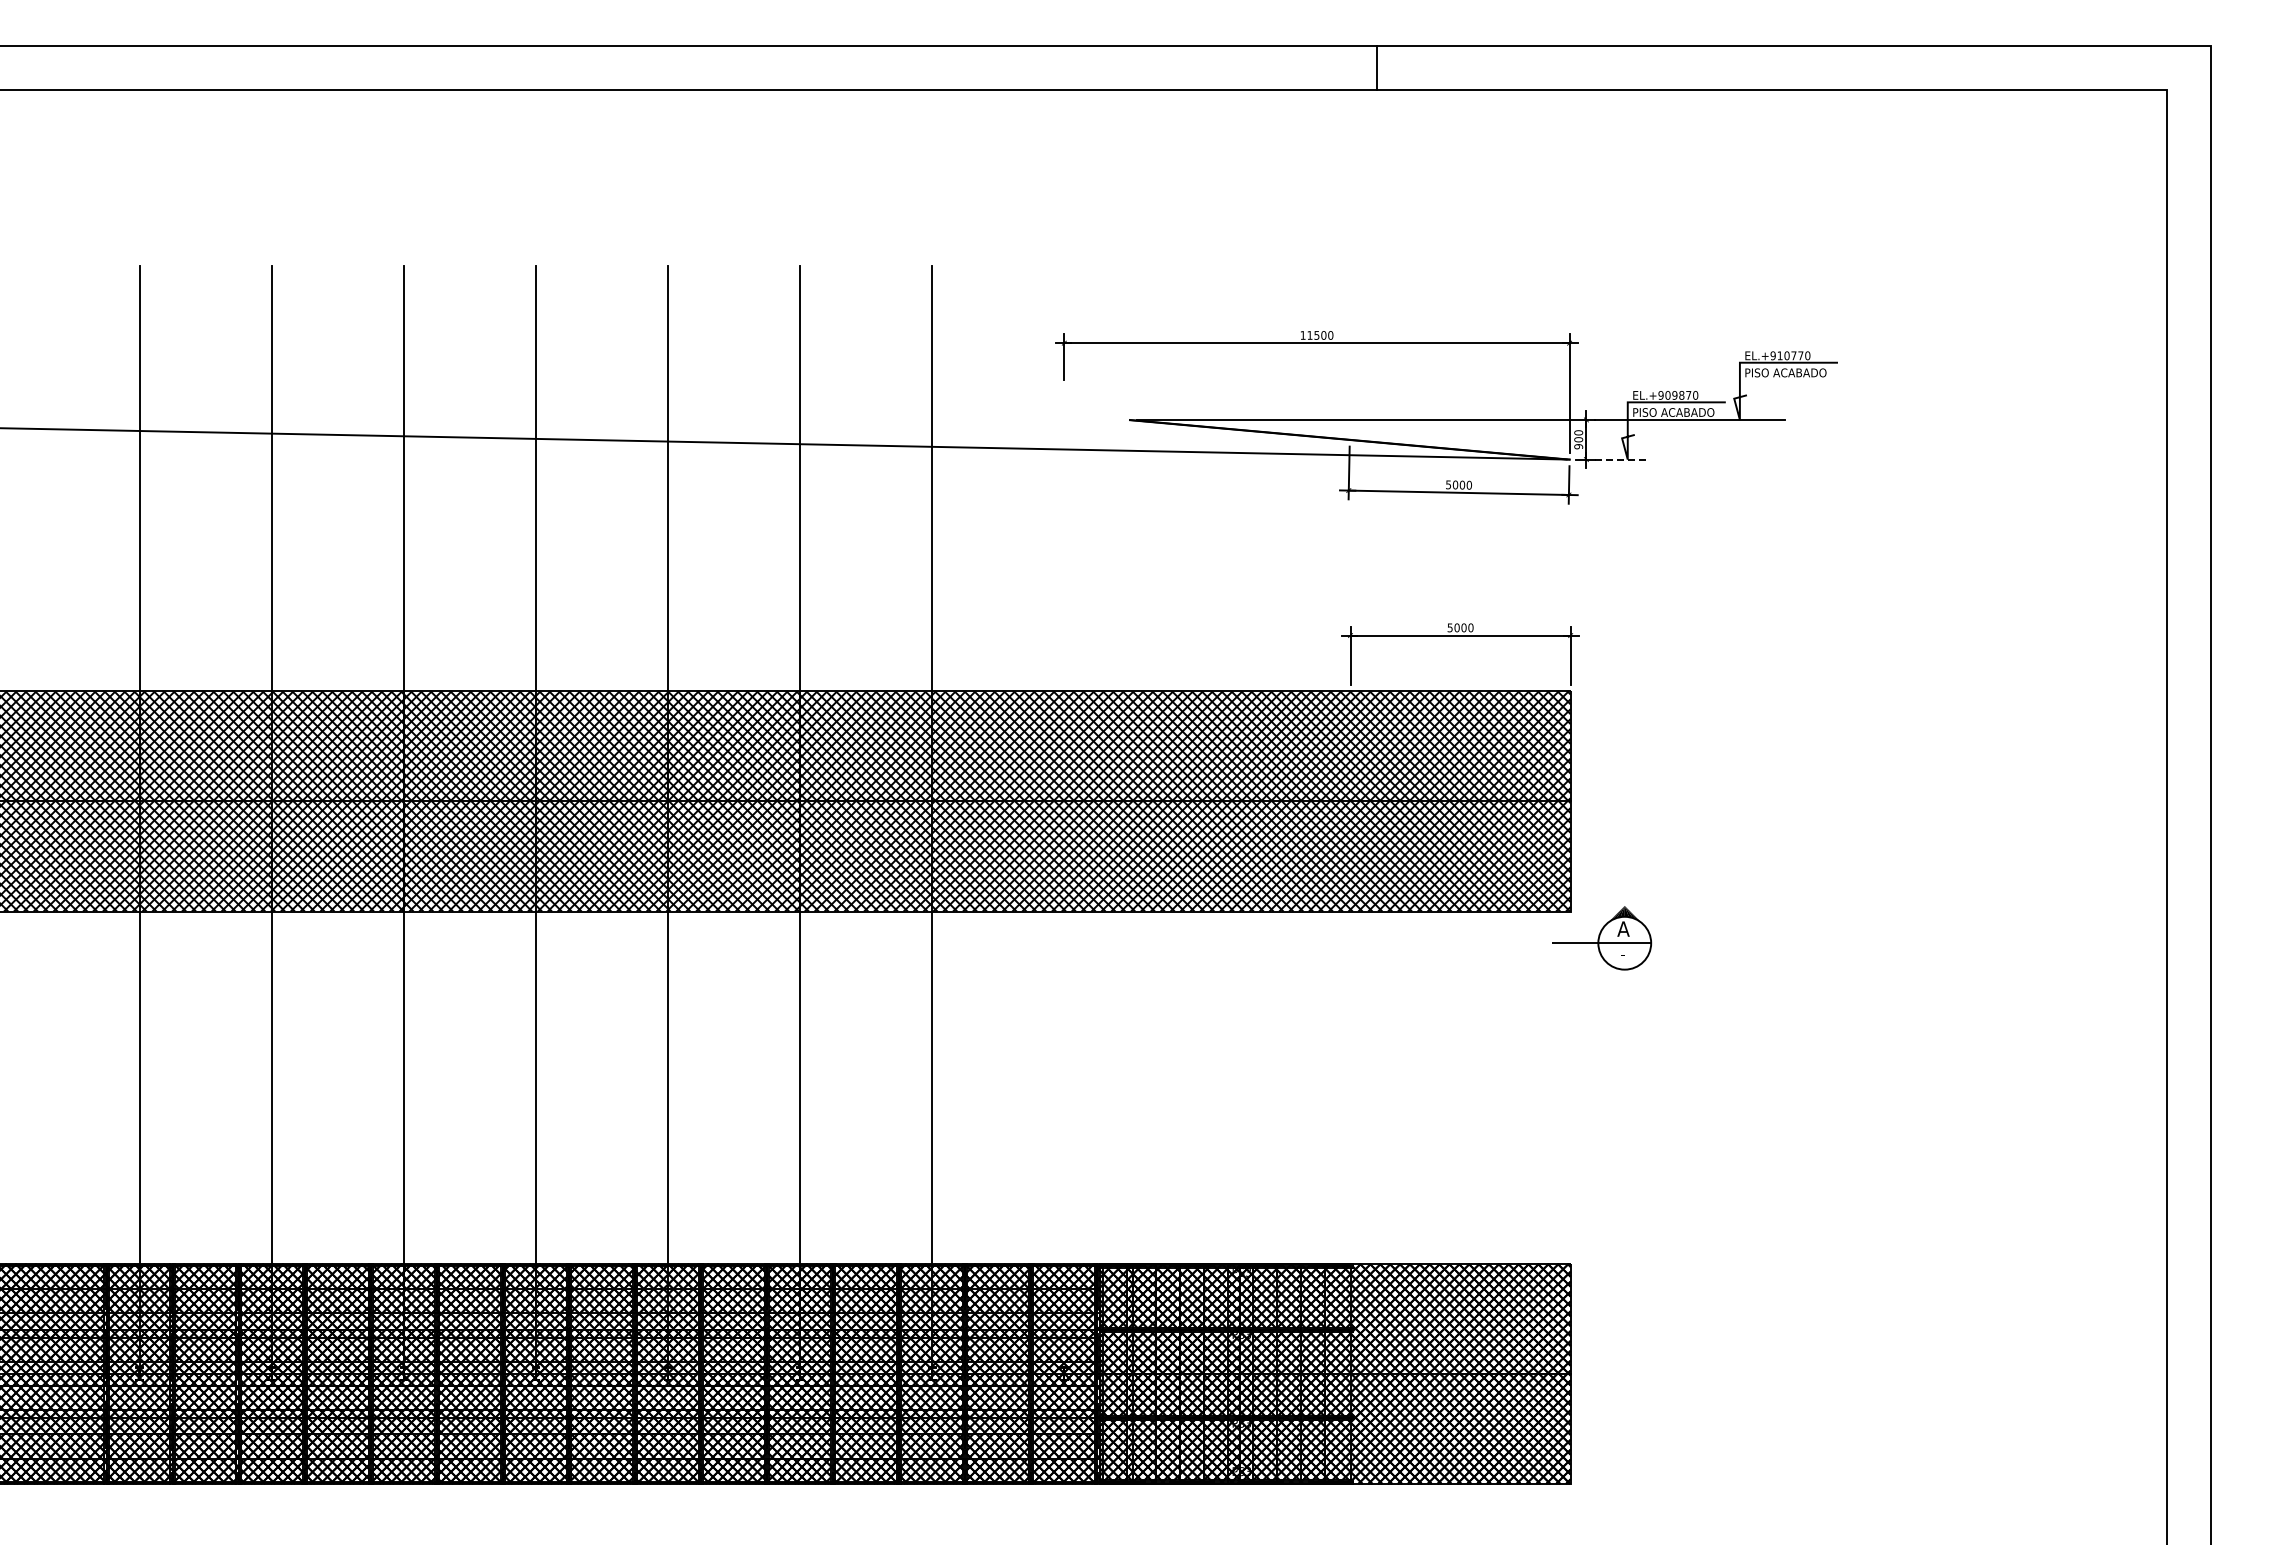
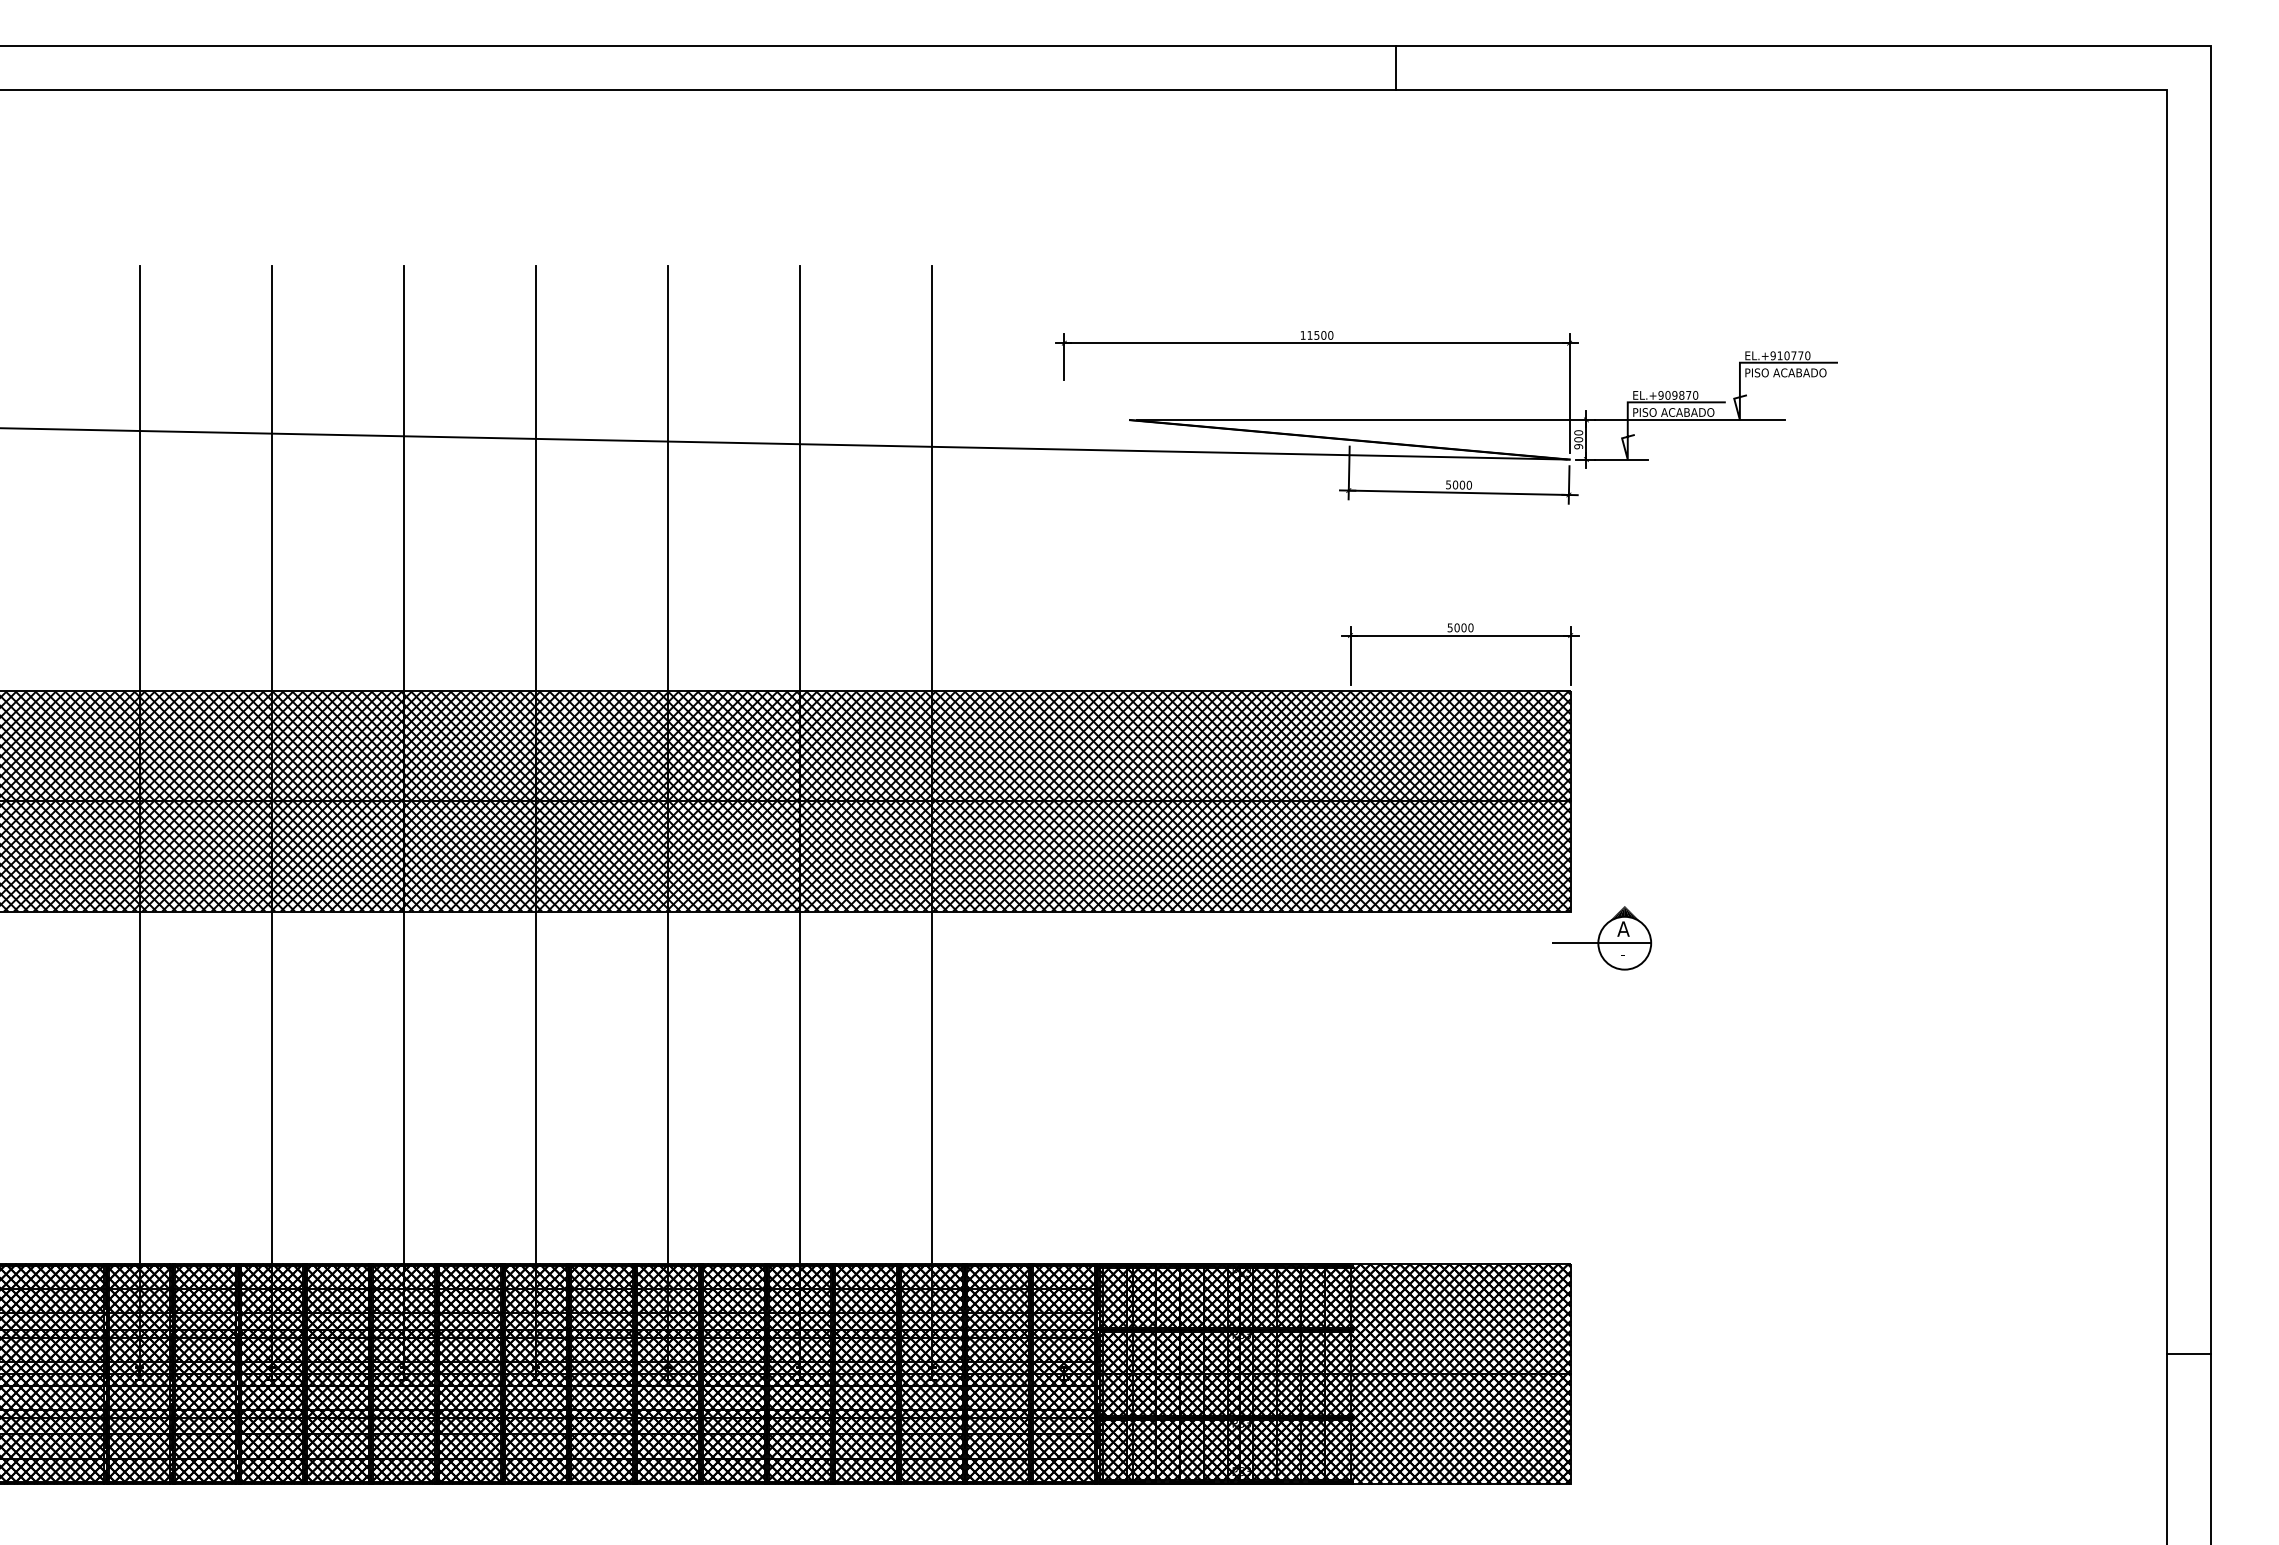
line at (1377, 68) position: (1377, 68) -> (1396, 68)
line at (1621, 459): dashed -> solid
line at (2188, 1354): none -> present
